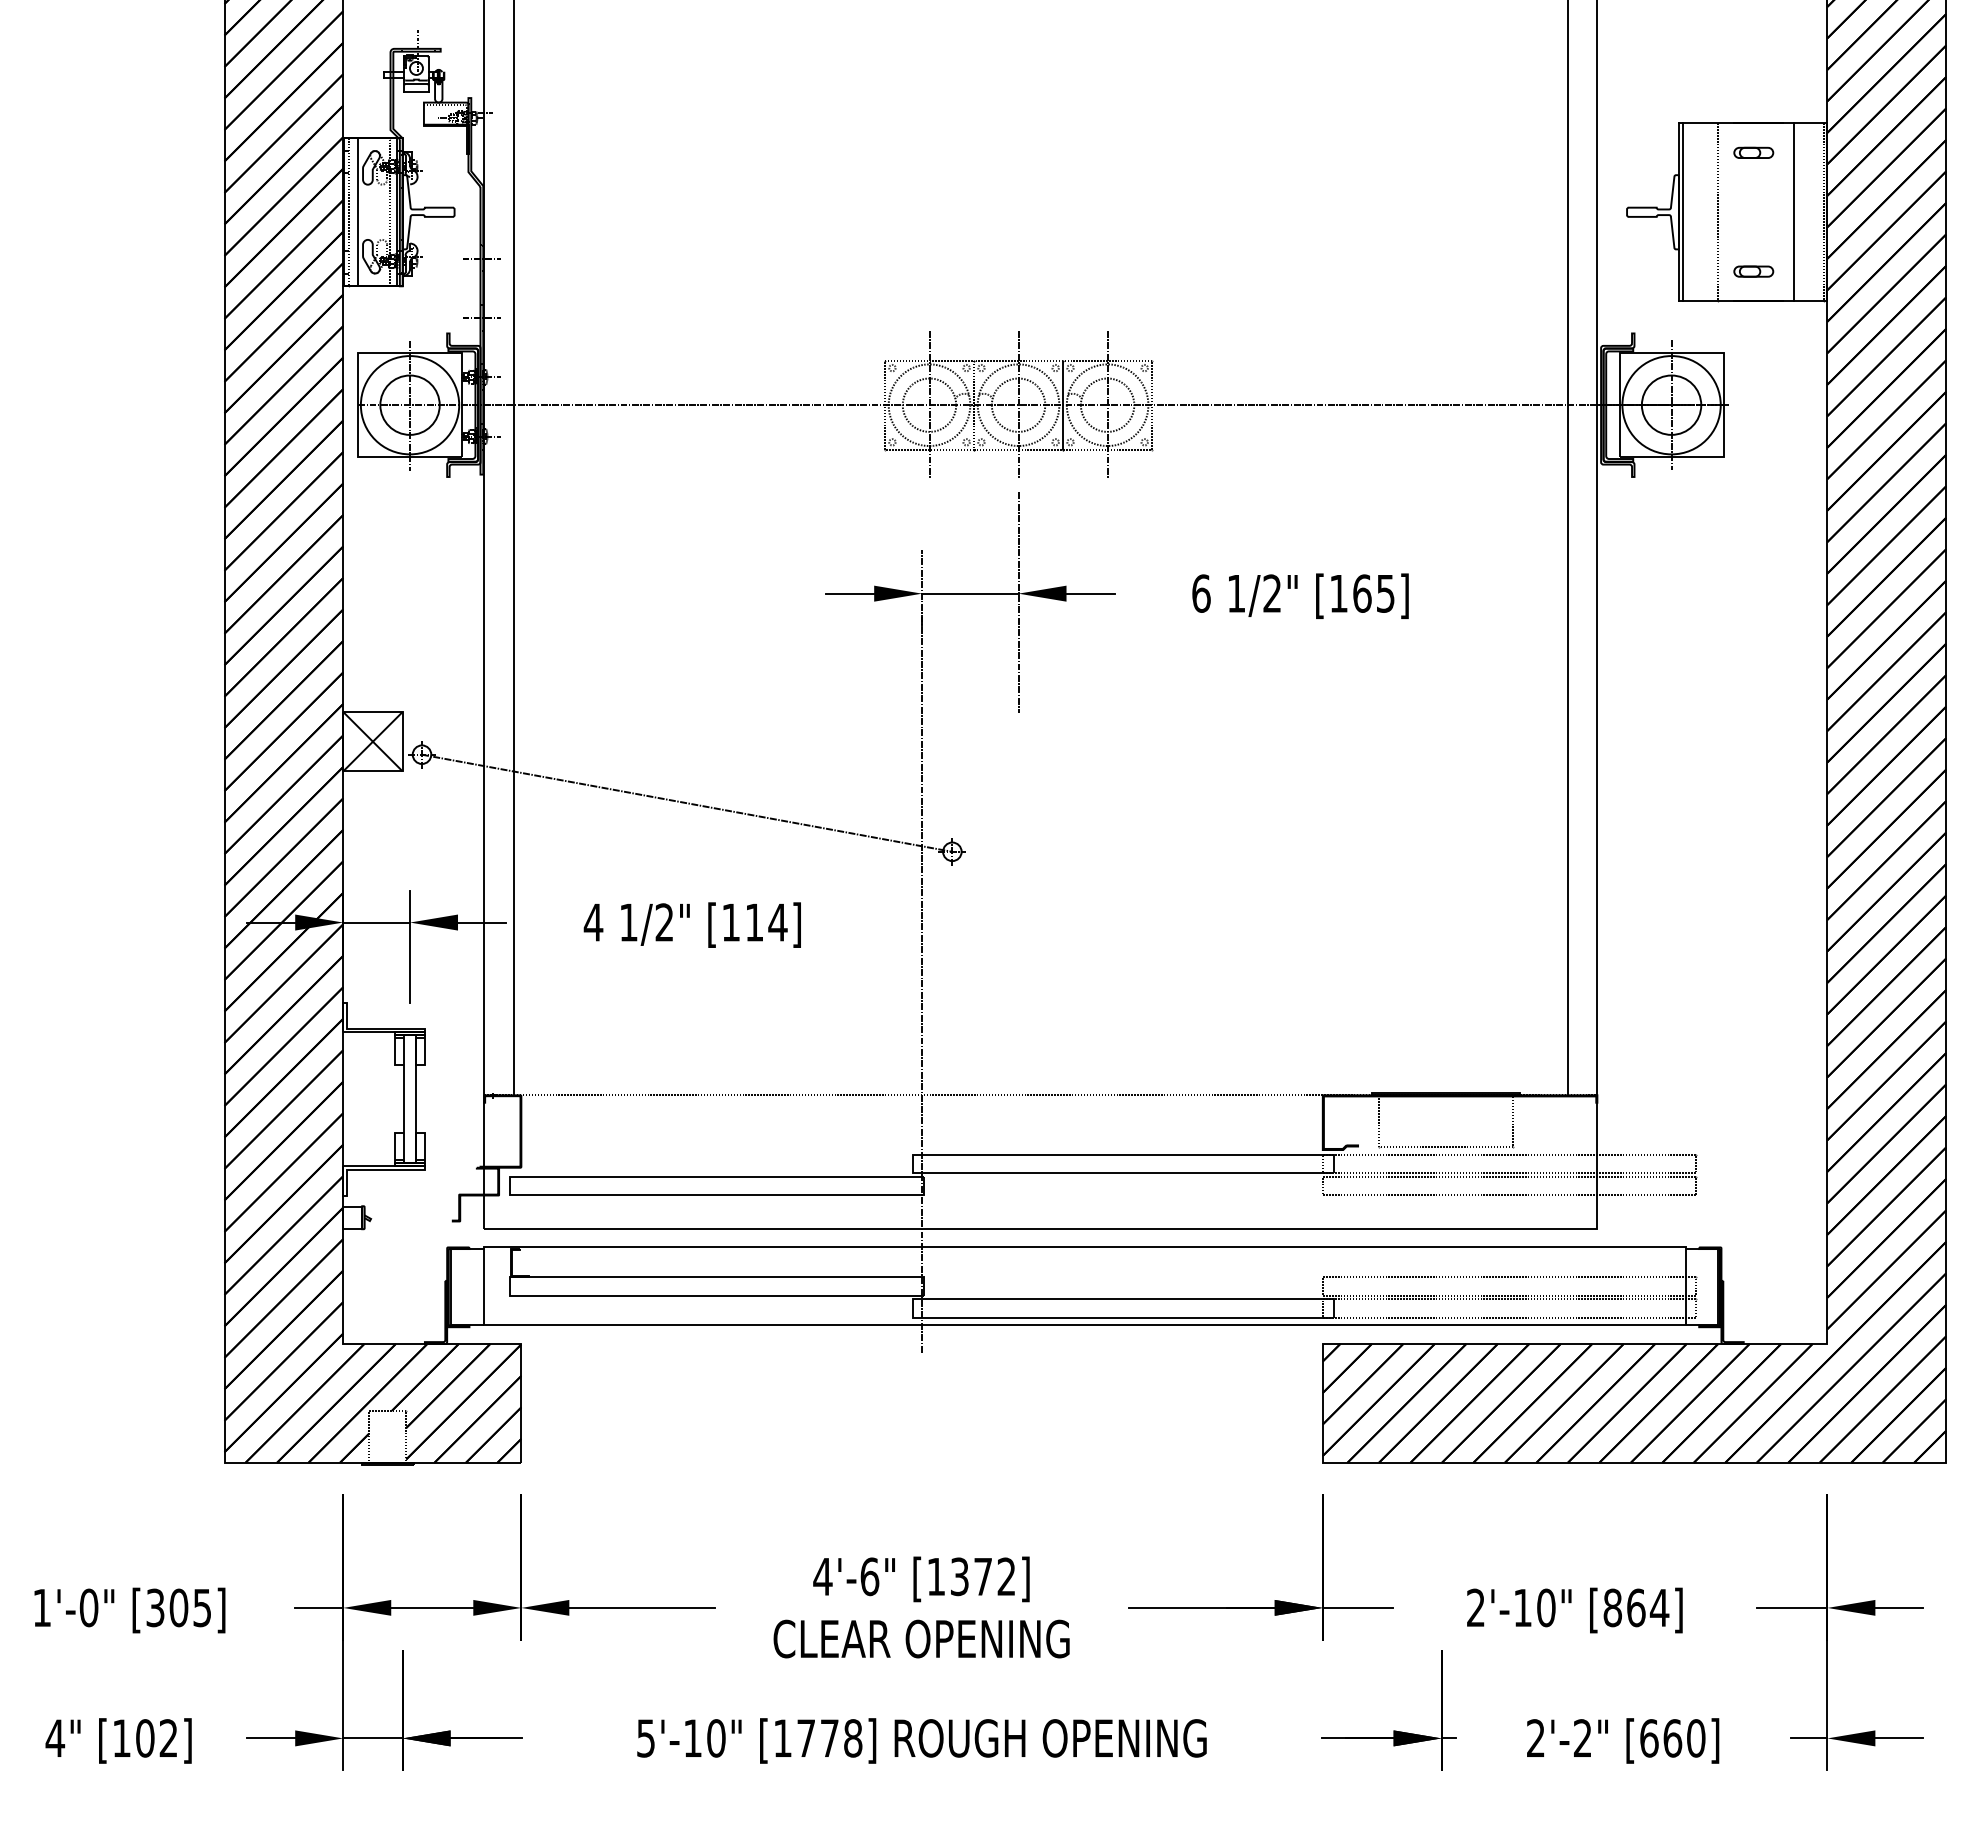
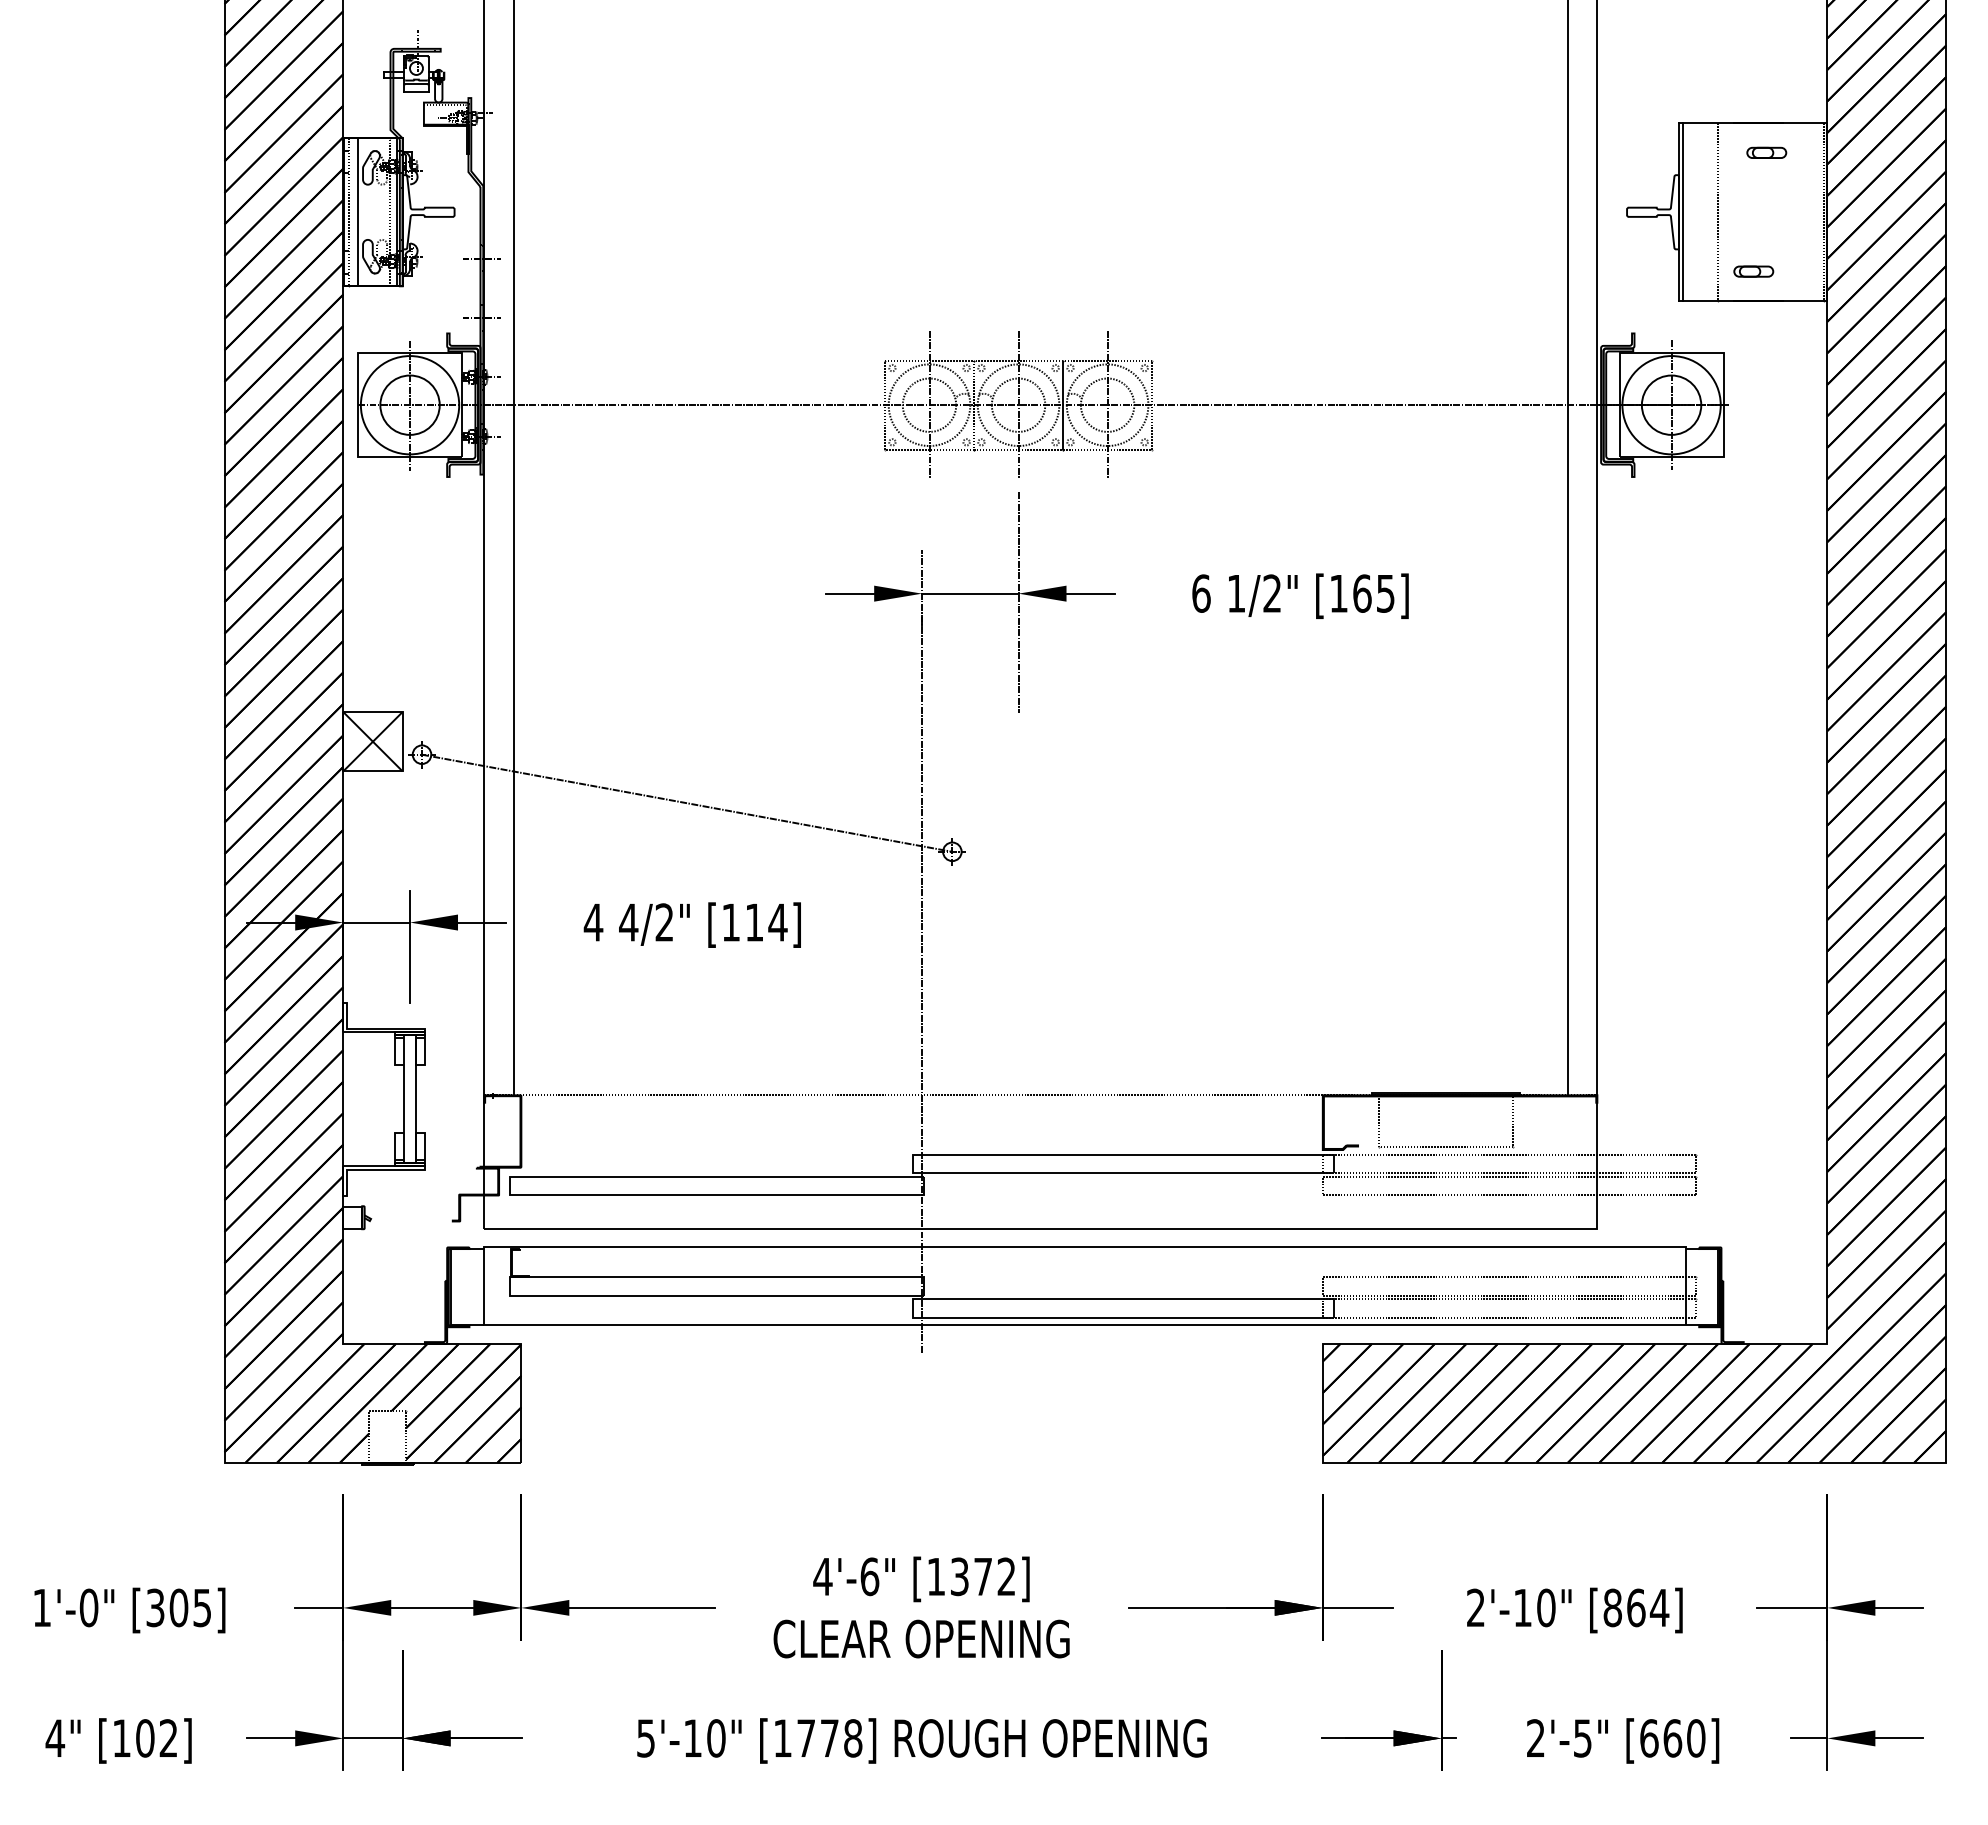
part at (1753, 152) position: (1753, 152) -> (1766, 152)
line at (1794, 212): present -> none
text at (628, 922): 1/2" -> 4/2"
text at (1582, 1738): 2'-2" -> 2'-5"
